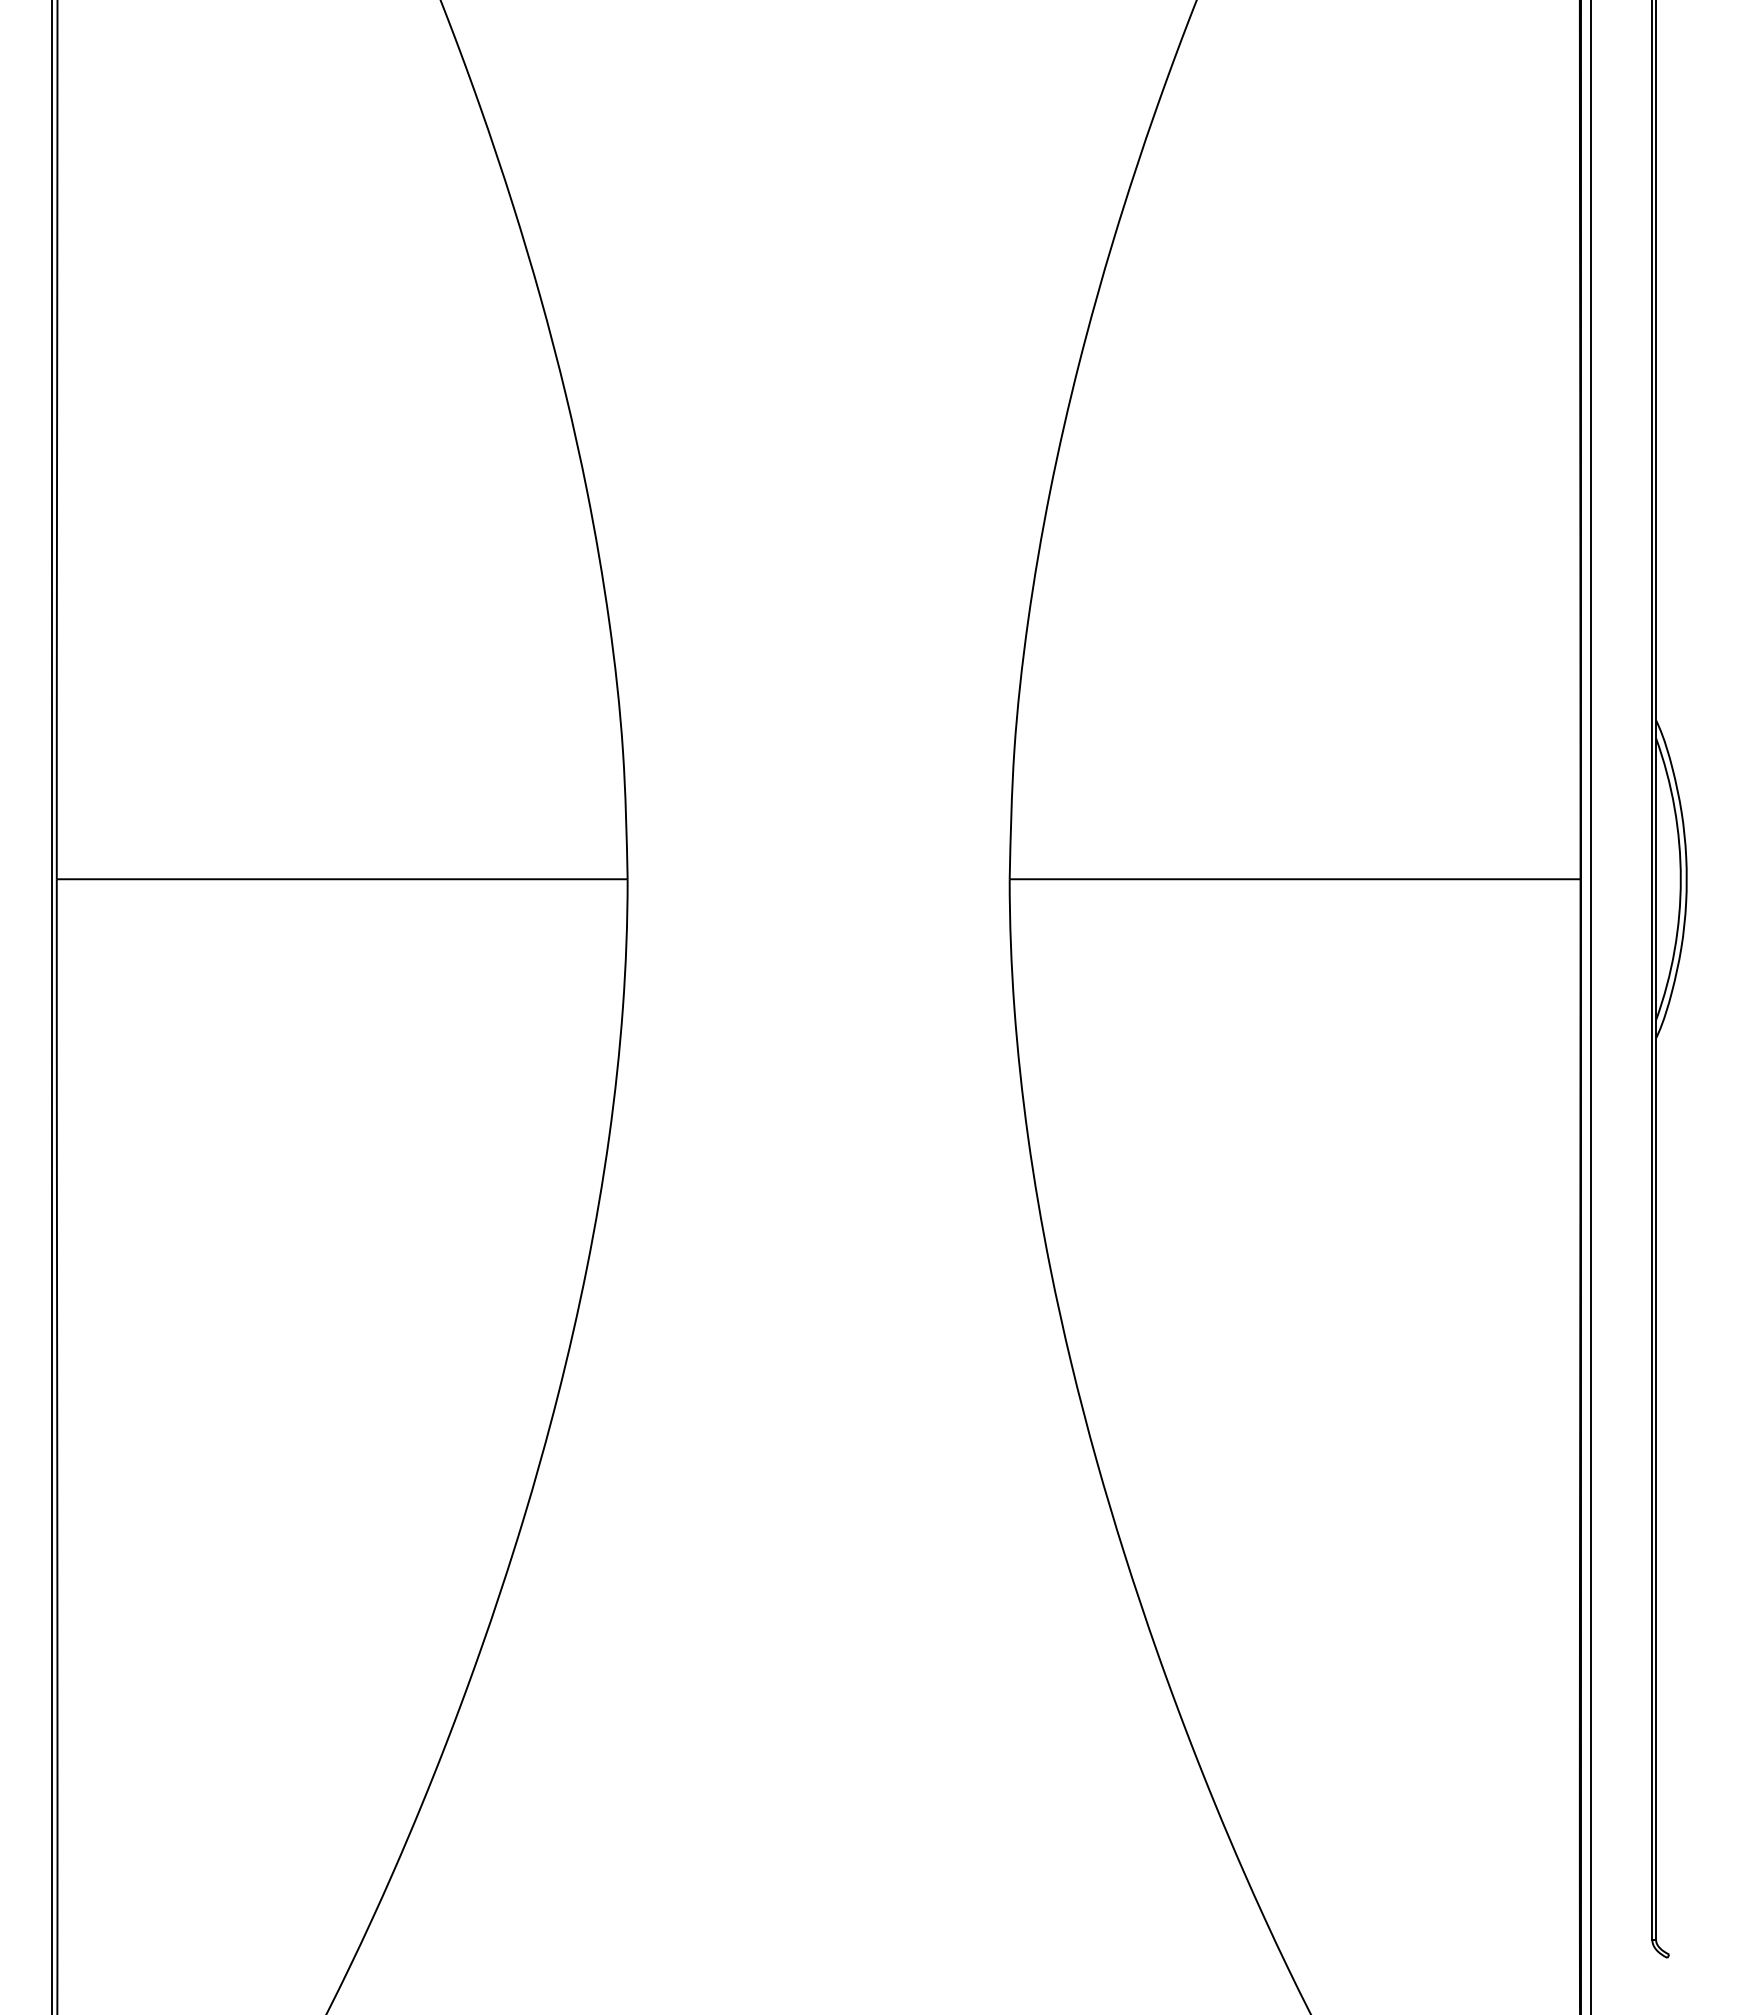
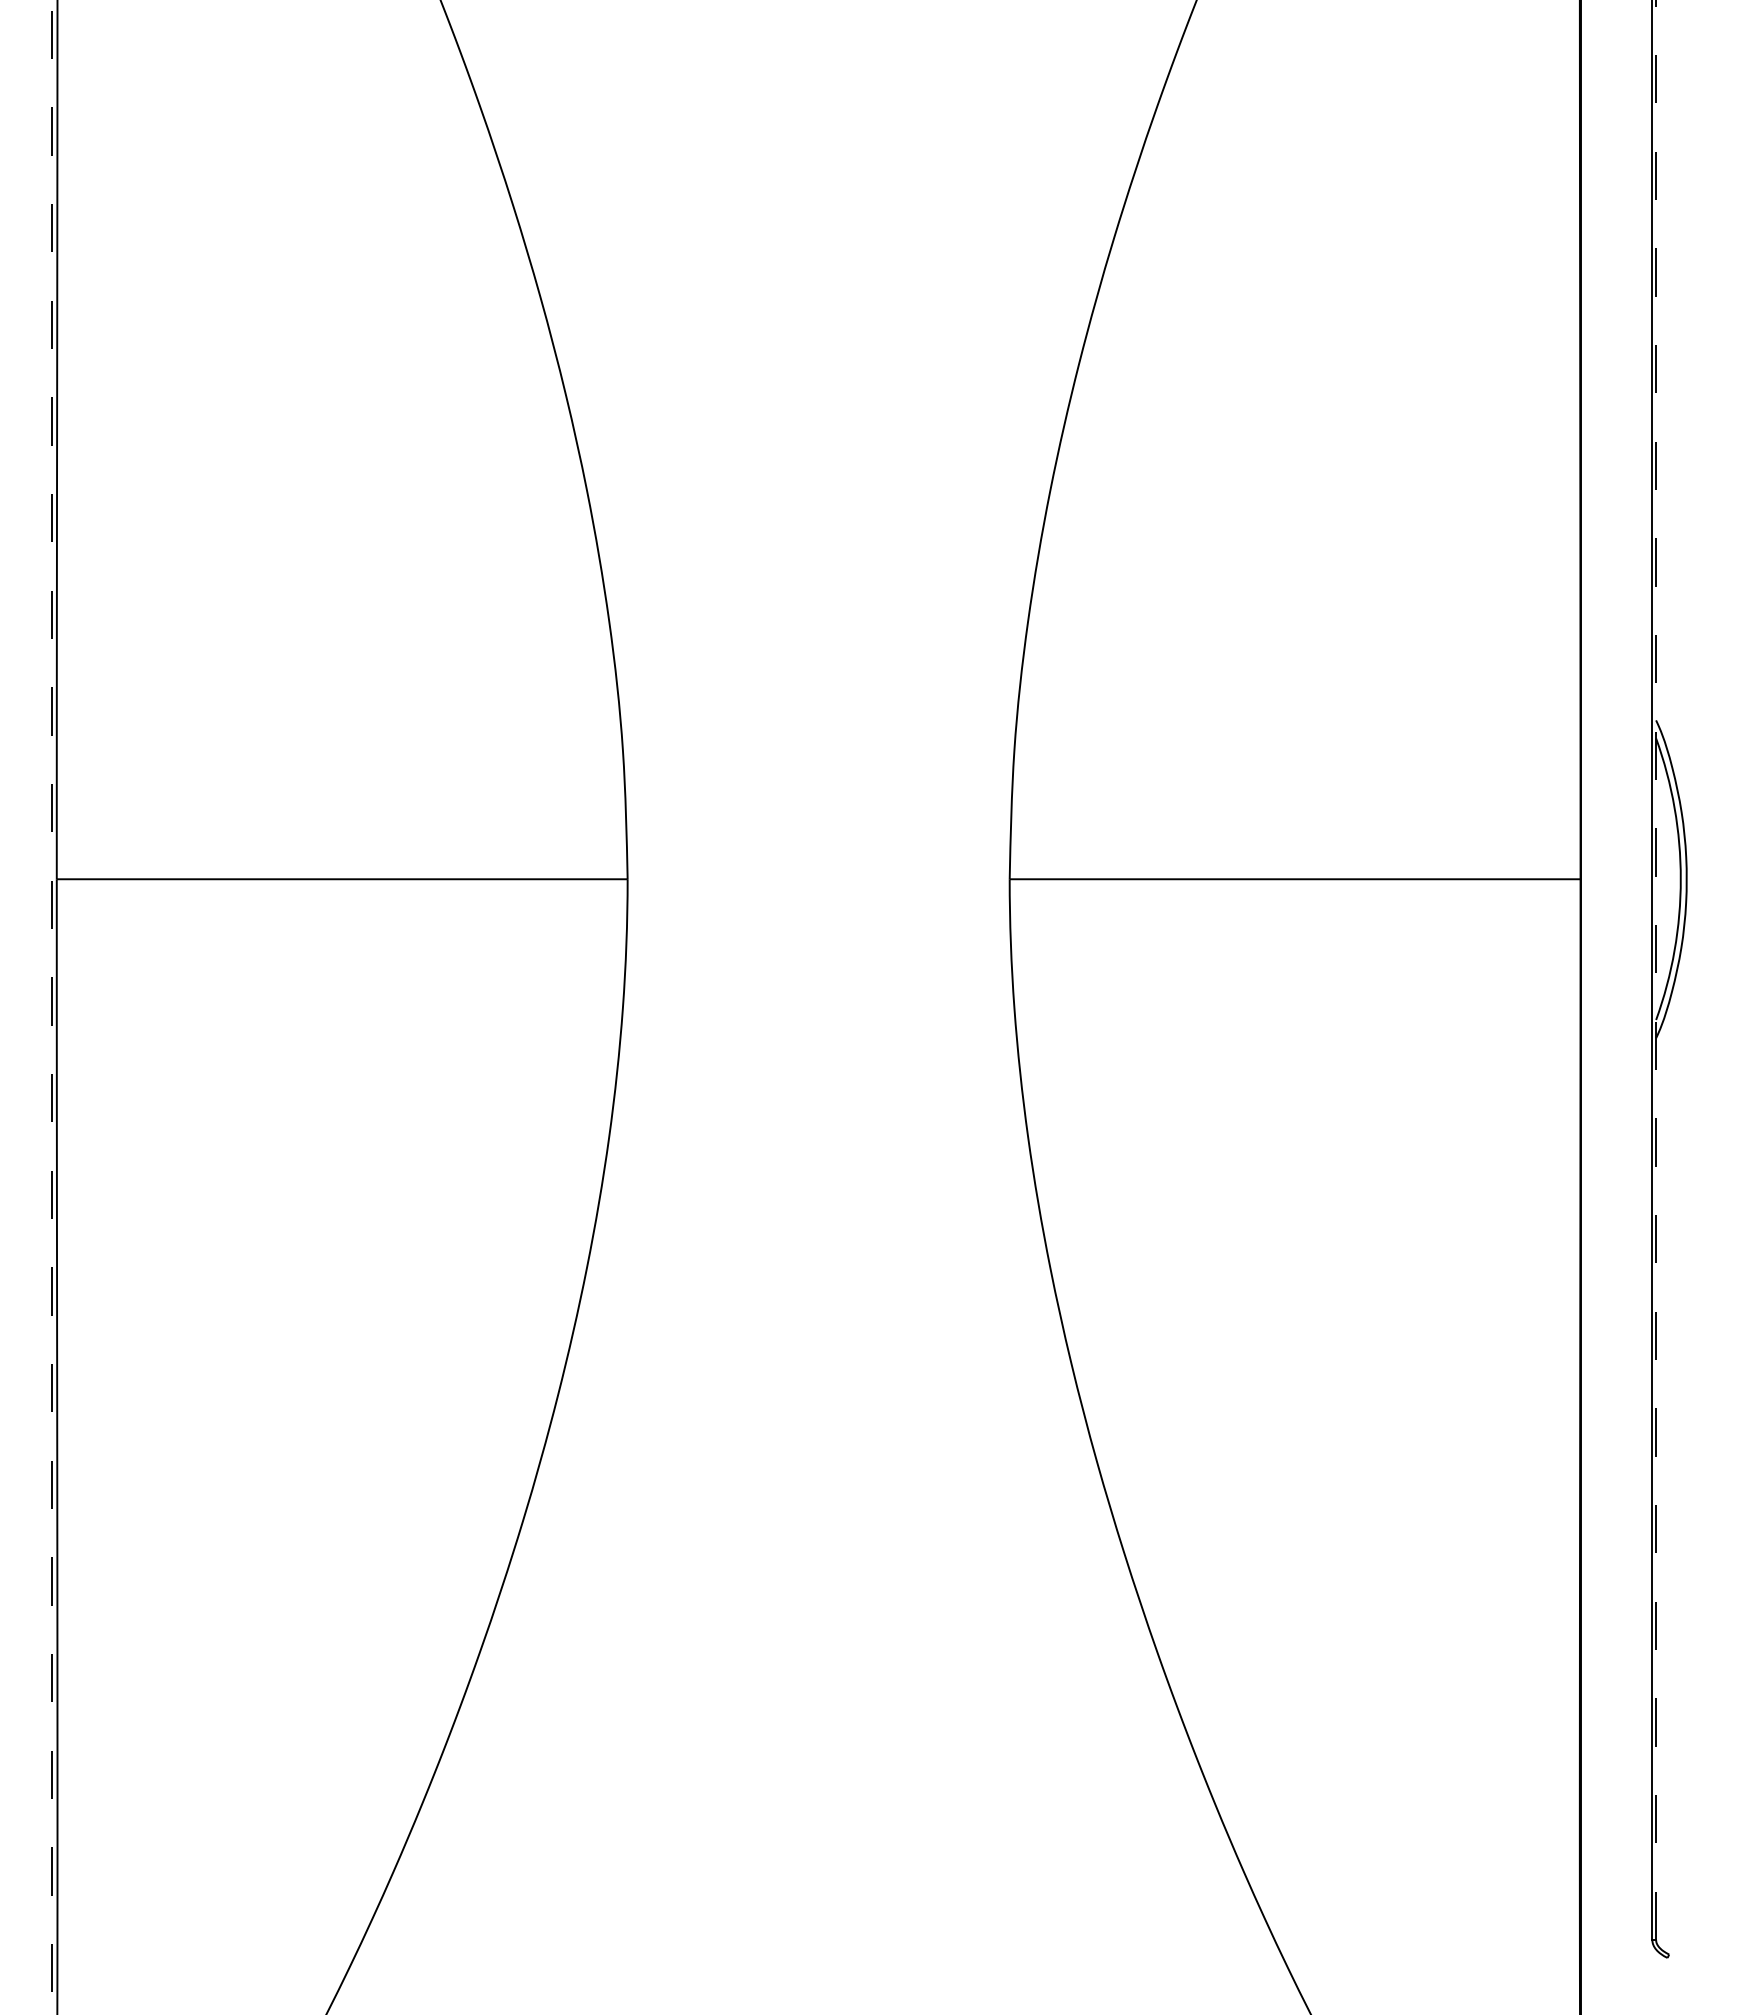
line at (1656, 970): solid -> dashed
line at (1590, 1006): present -> none
line at (52, 1007): solid -> dashed
